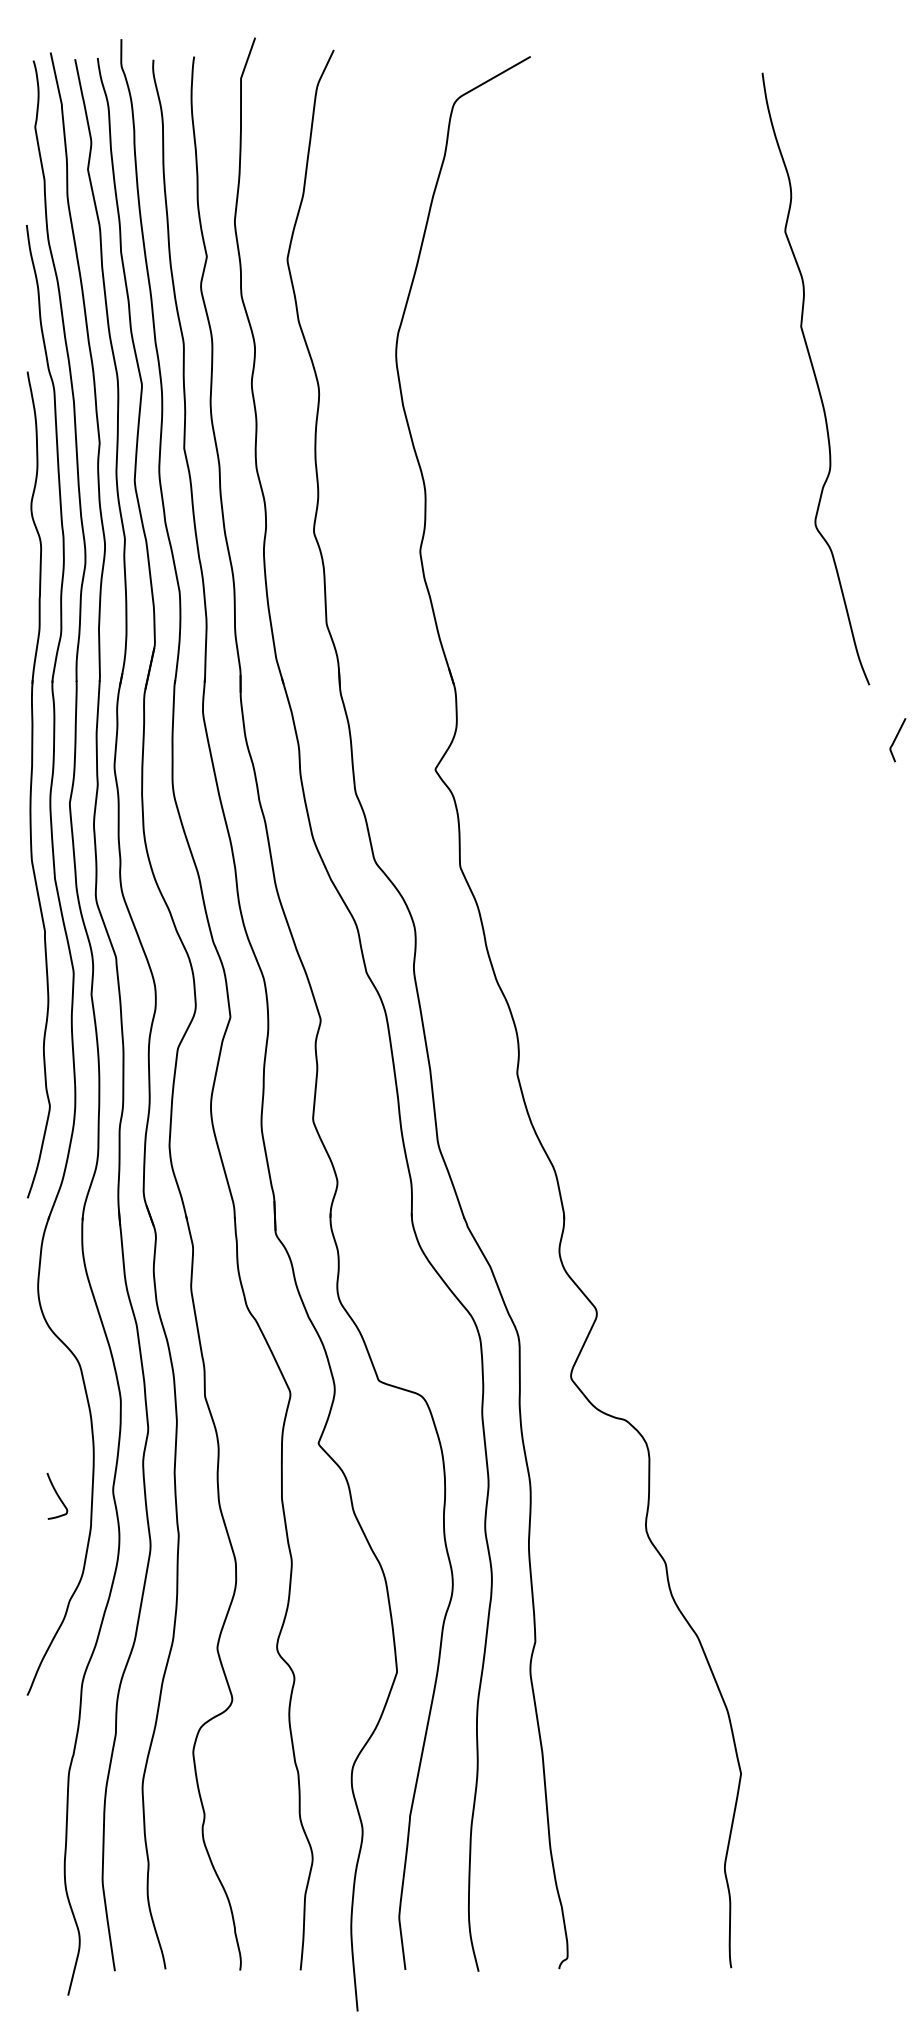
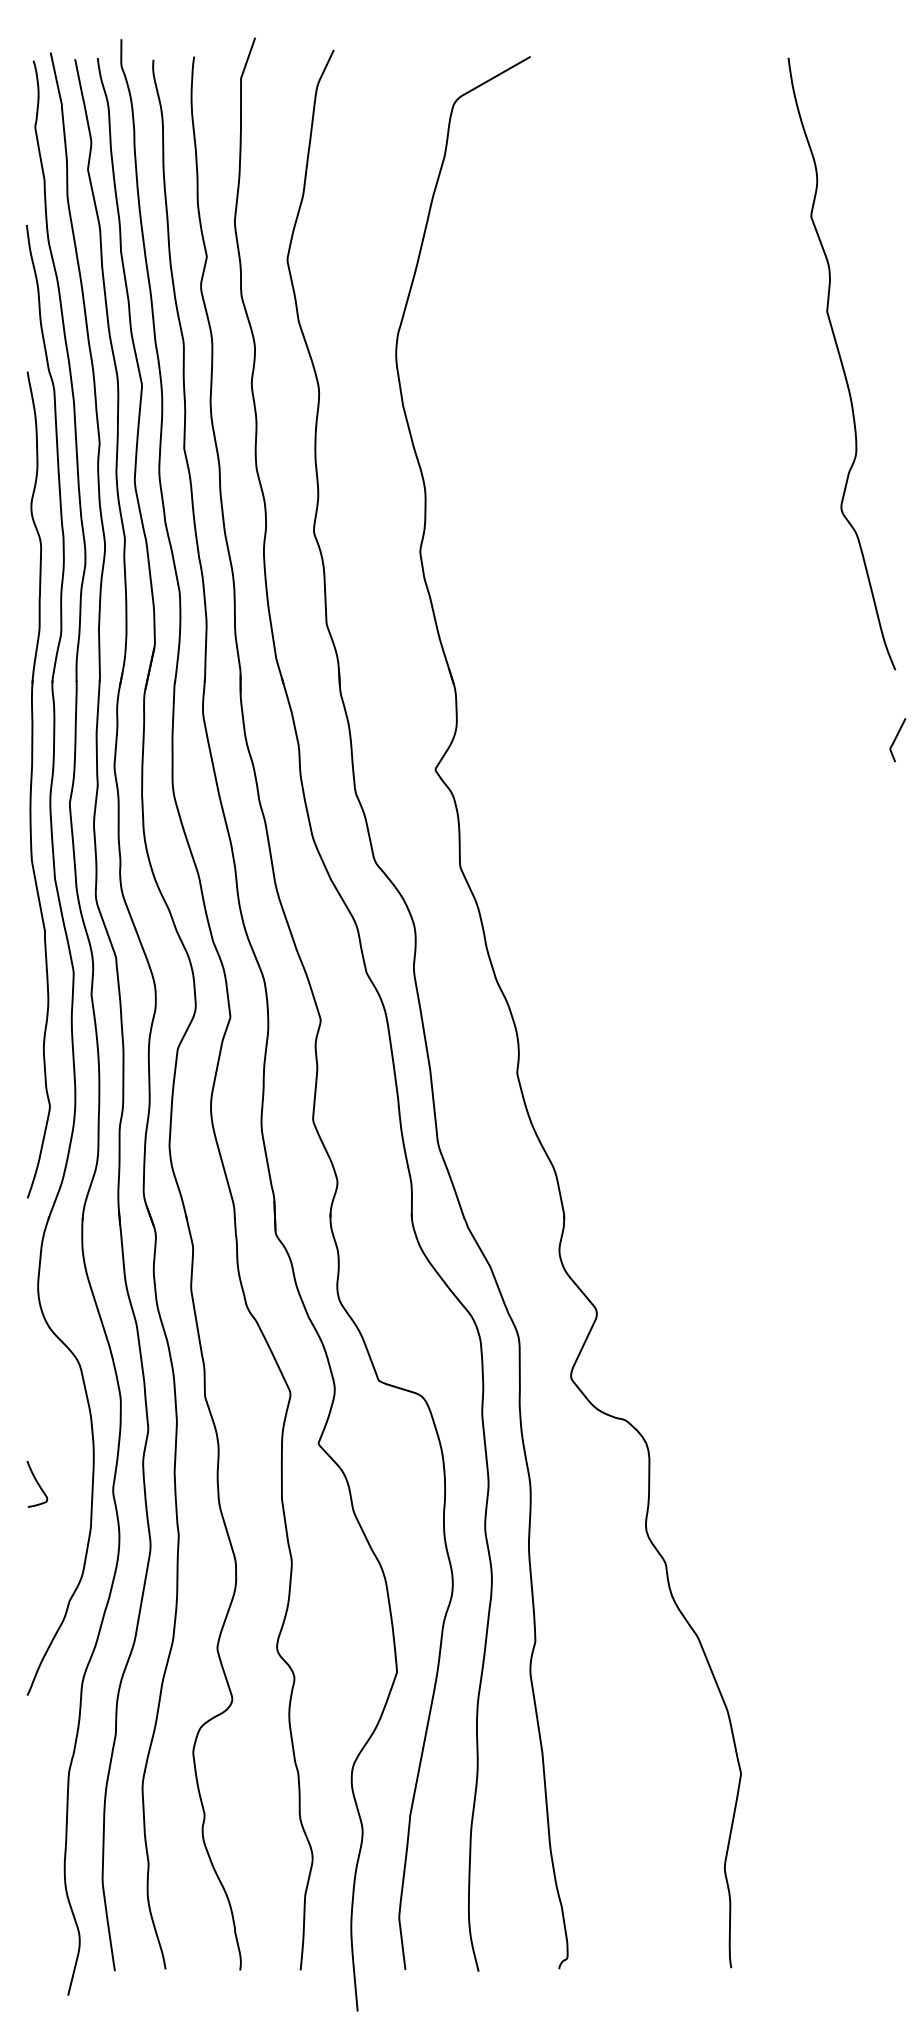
curve at (815, 378) position: (815, 378) -> (841, 363)
curve at (57, 1496) position: (57, 1496) -> (37, 1484)
